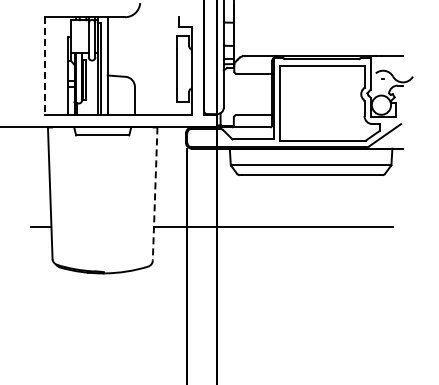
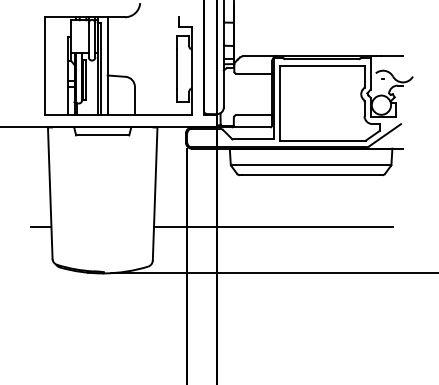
line at (44, 66): dashed -> solid
line at (155, 193): dashed -> solid
line at (273, 273): none -> present
